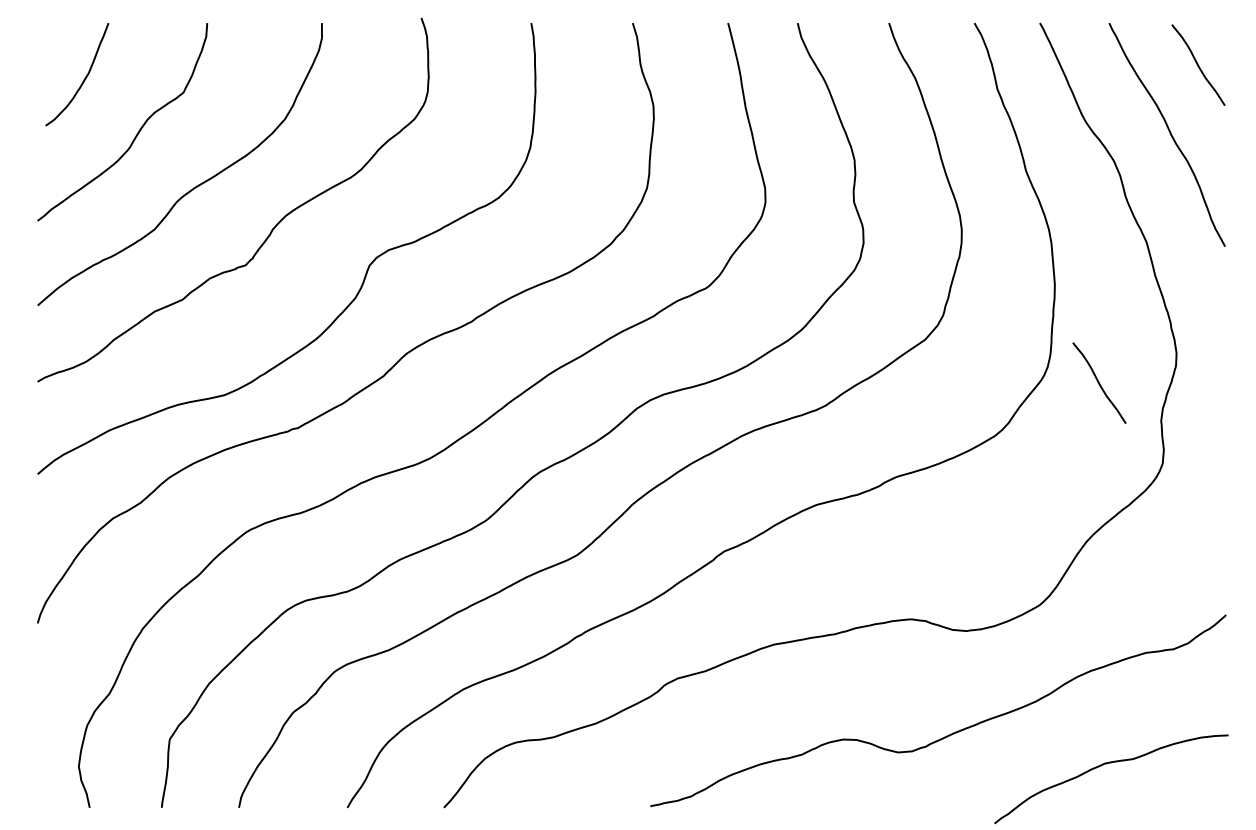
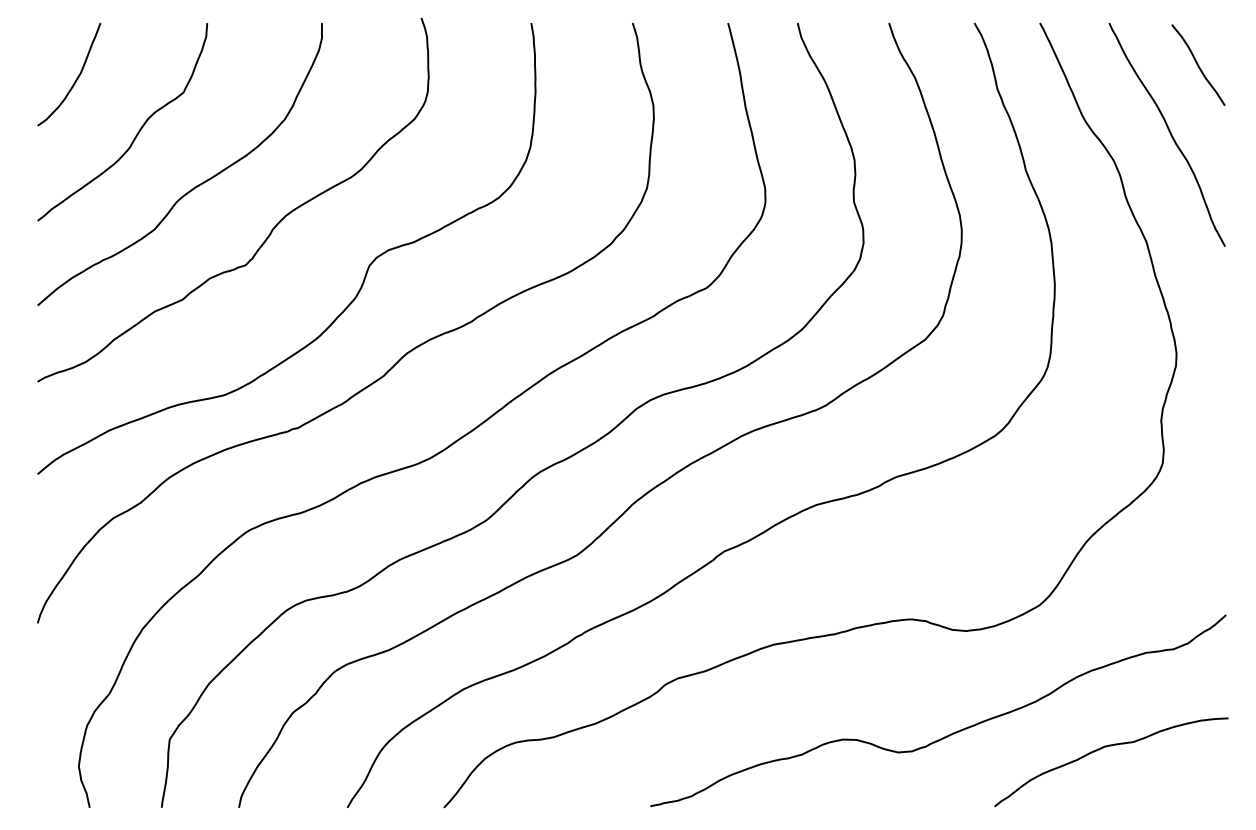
curve at (83, 79) position: (83, 79) -> (75, 79)
curve at (1099, 382): present -> none
curve at (1106, 764) position: (1106, 764) -> (1106, 747)
